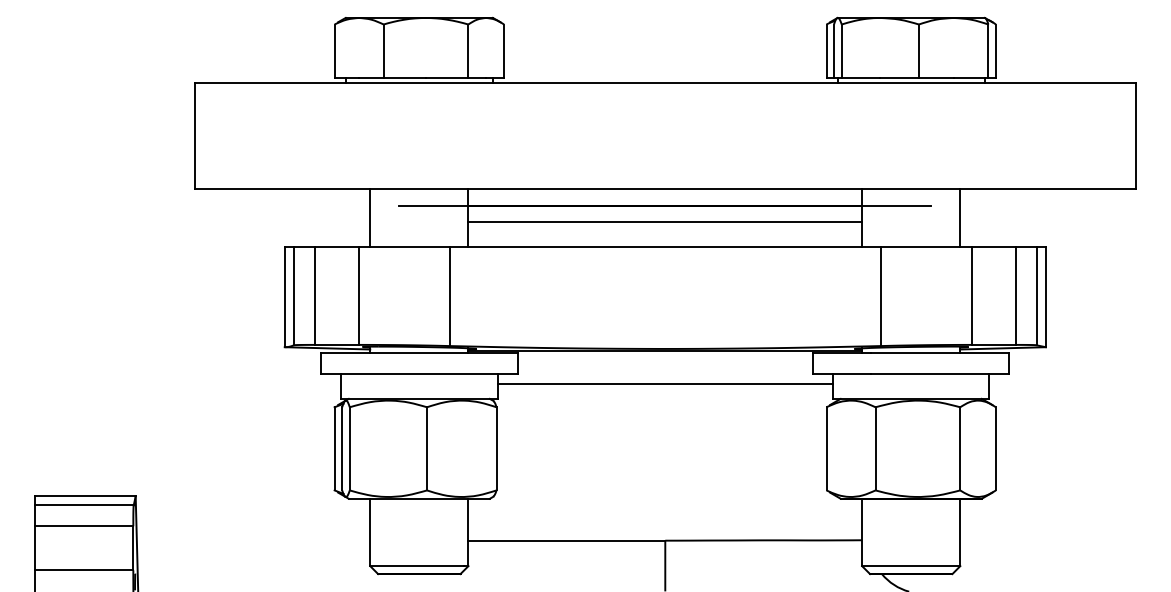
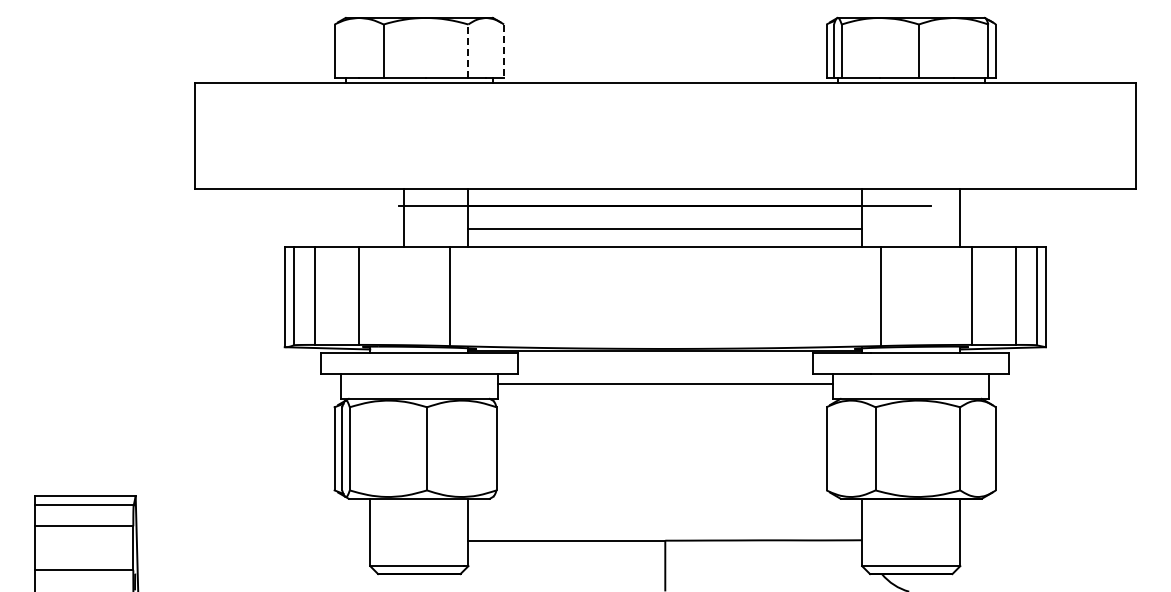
line at (468, 51): solid -> dashed
line at (504, 51): solid -> dashed
line at (370, 217) position: (370, 217) -> (404, 217)
line at (665, 222) position: (665, 222) -> (665, 229)
